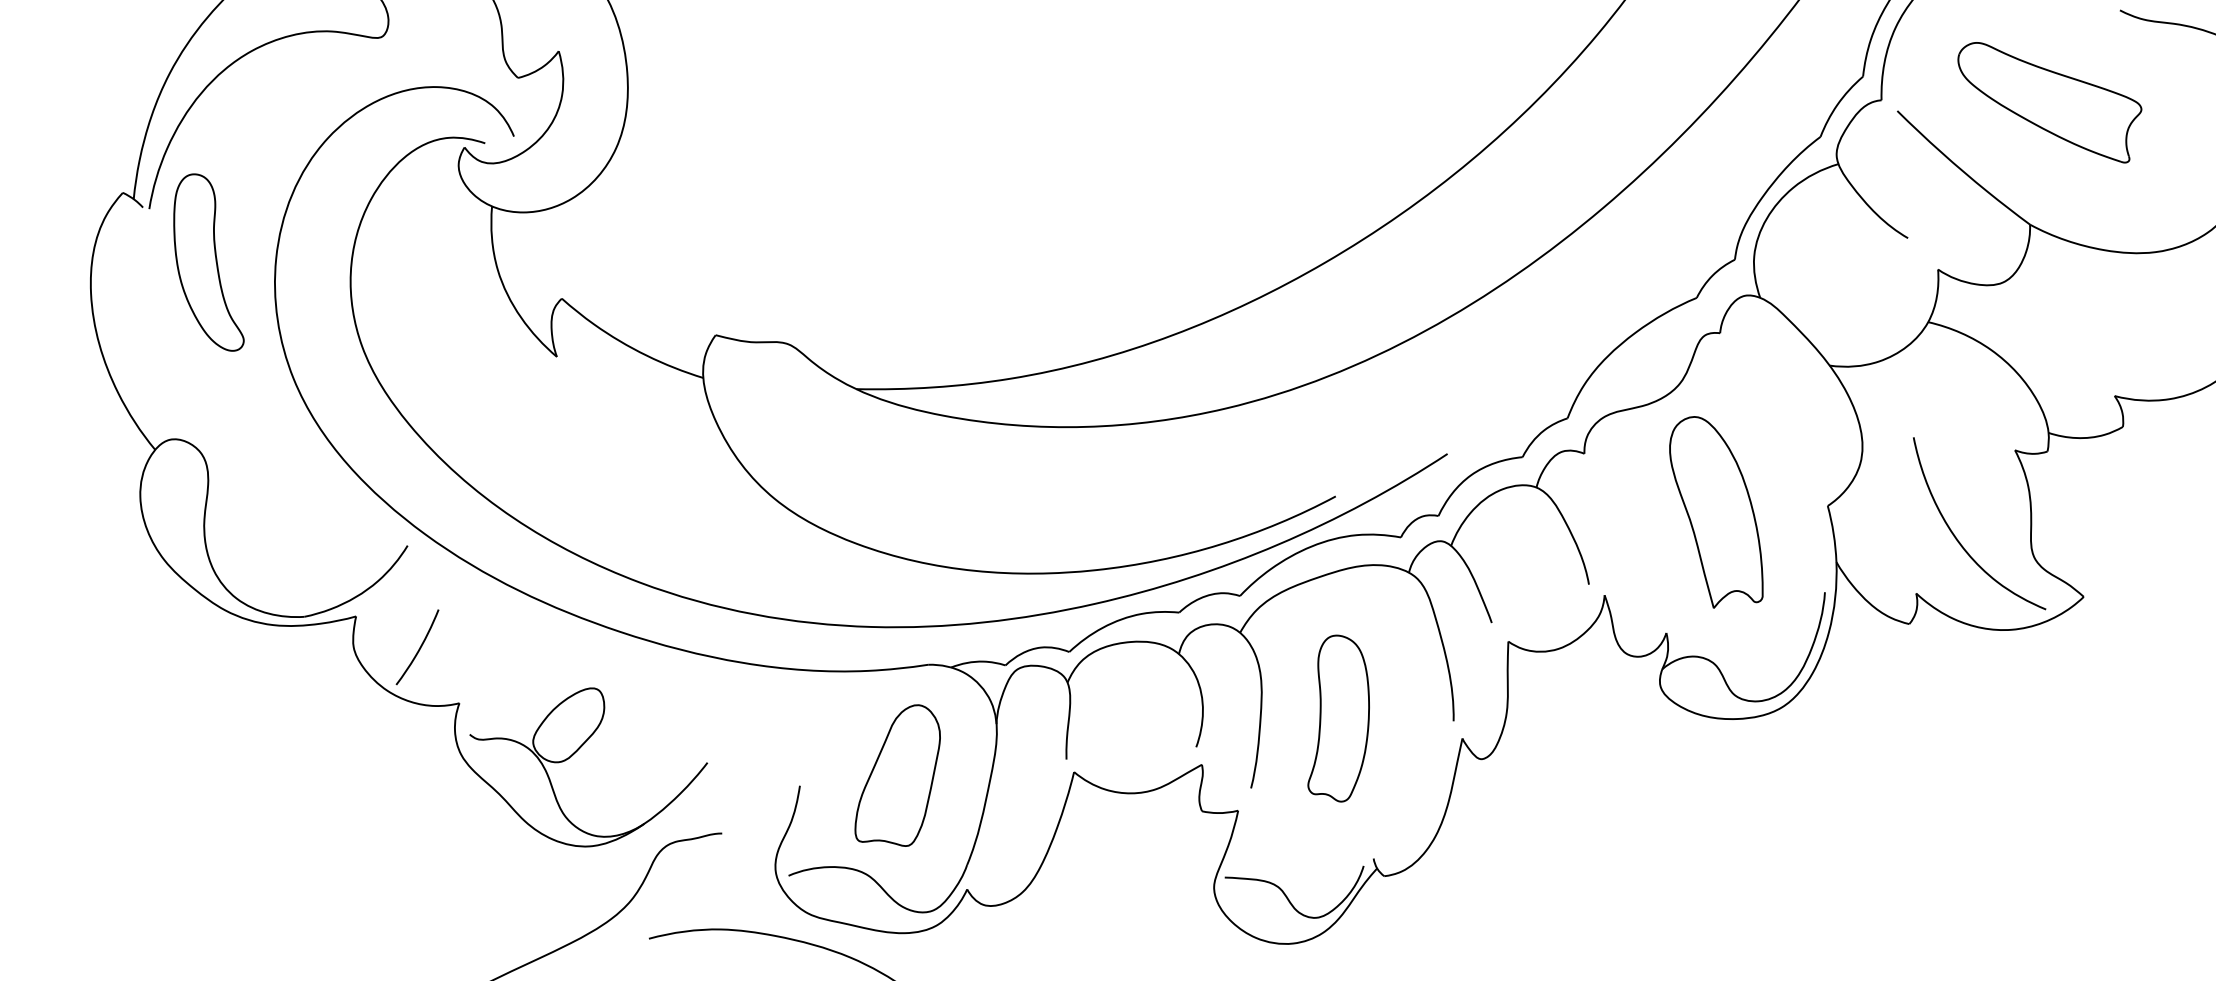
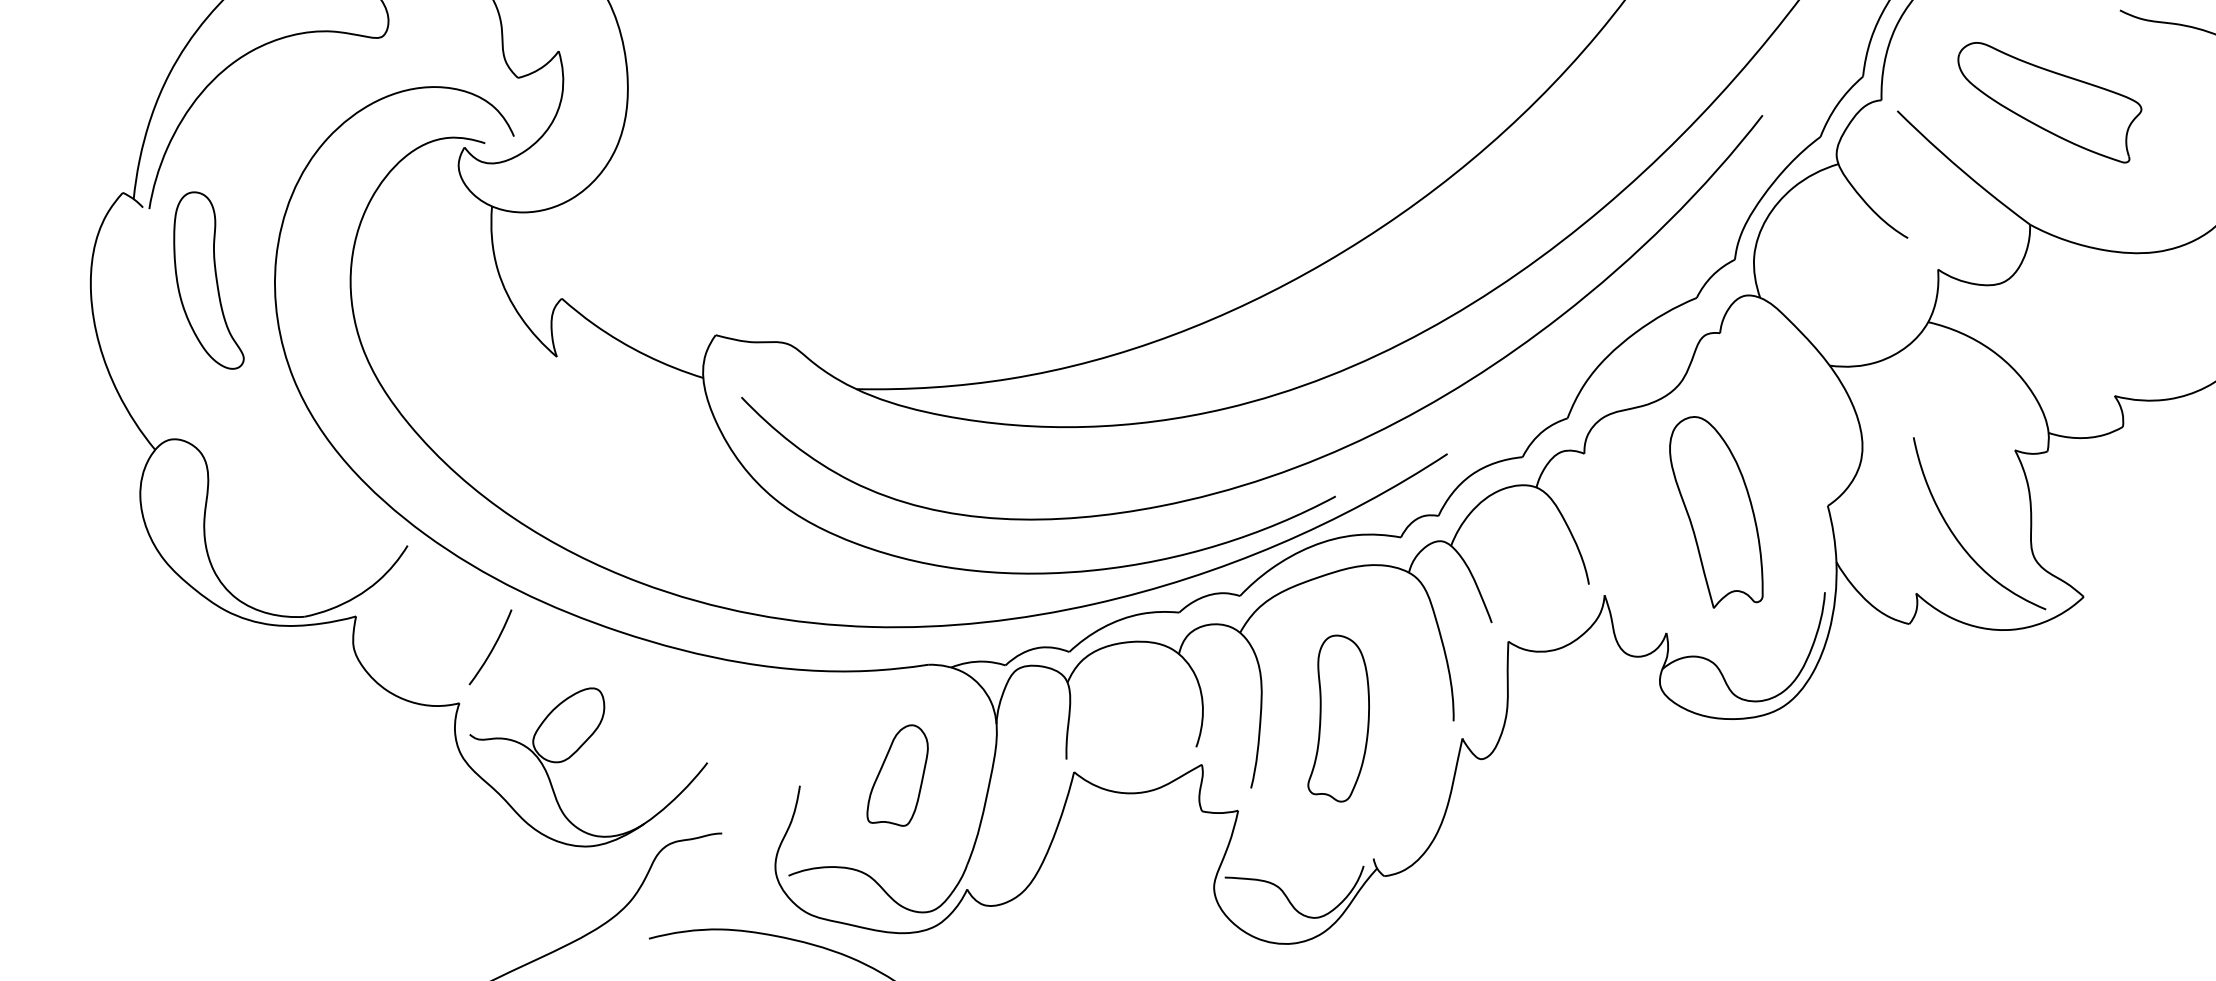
part at (208, 262) position: (208, 262) -> (208, 280)
curve at (1305, 462): none -> present
curve at (419, 647) position: (419, 647) -> (492, 647)
part at (897, 775) size: 87x143 px -> 63x103 px
